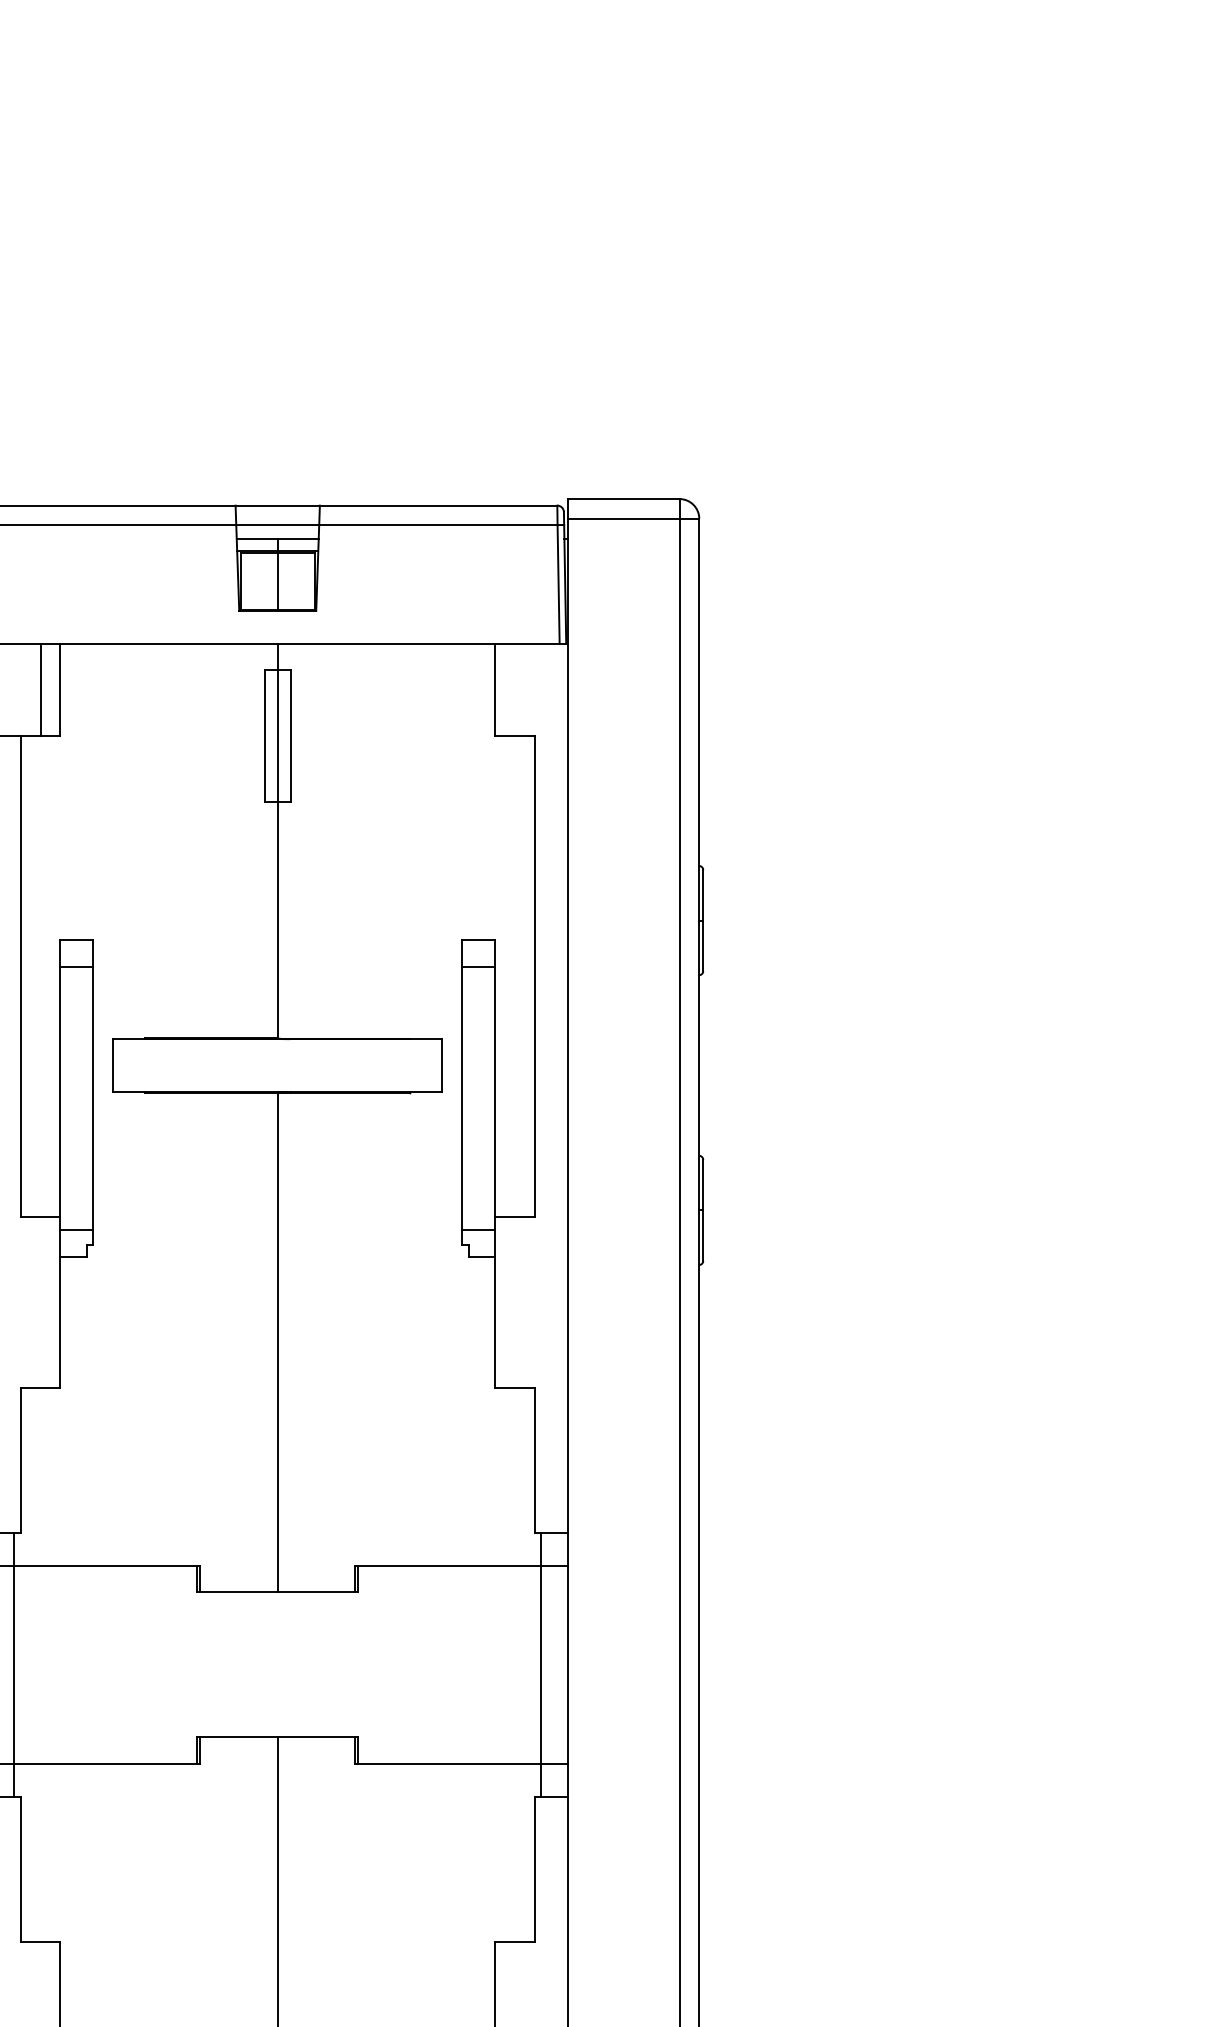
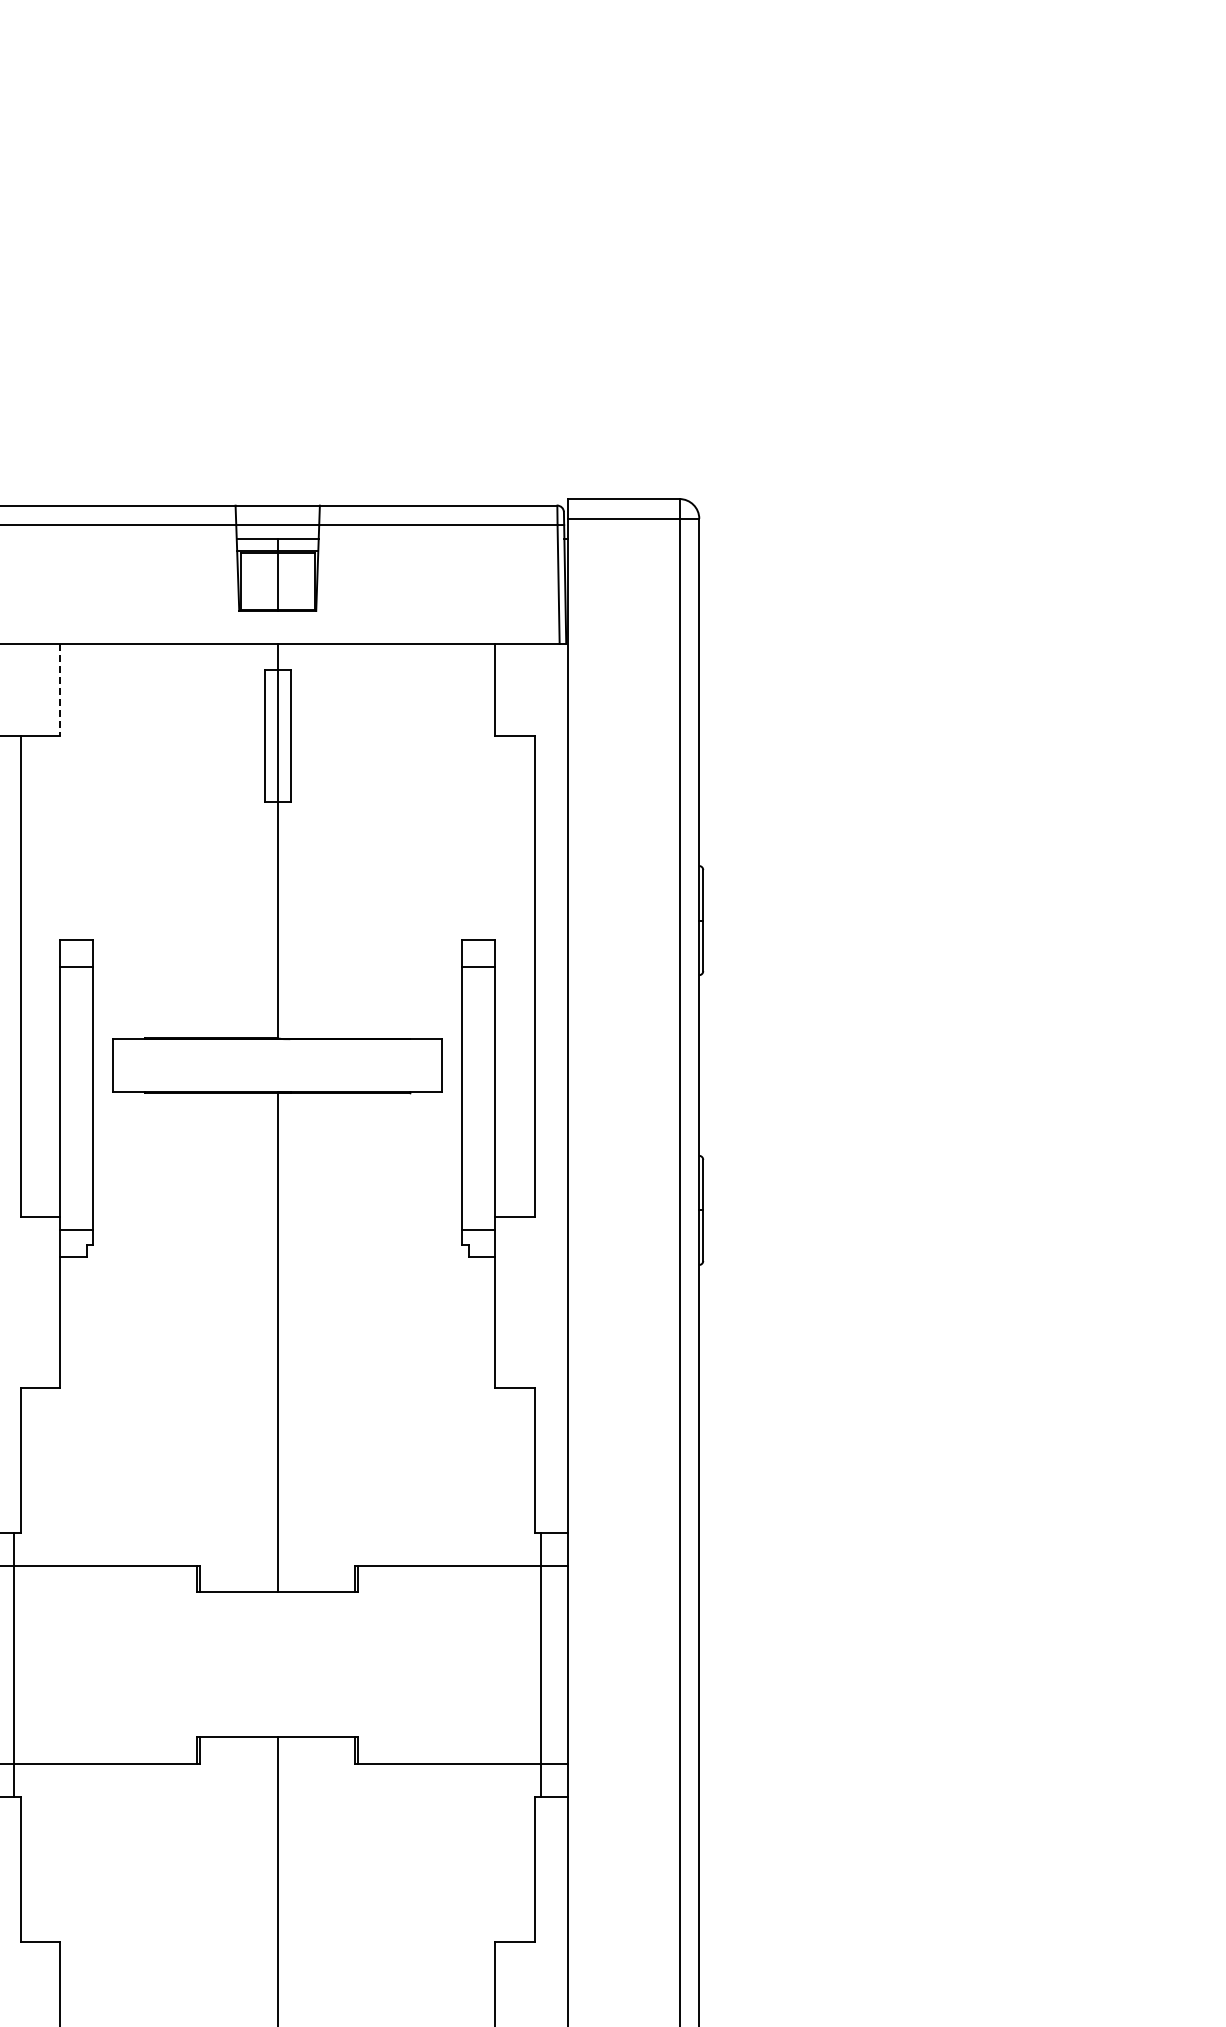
line at (40, 689): present -> none
line at (60, 690): solid -> dashed
